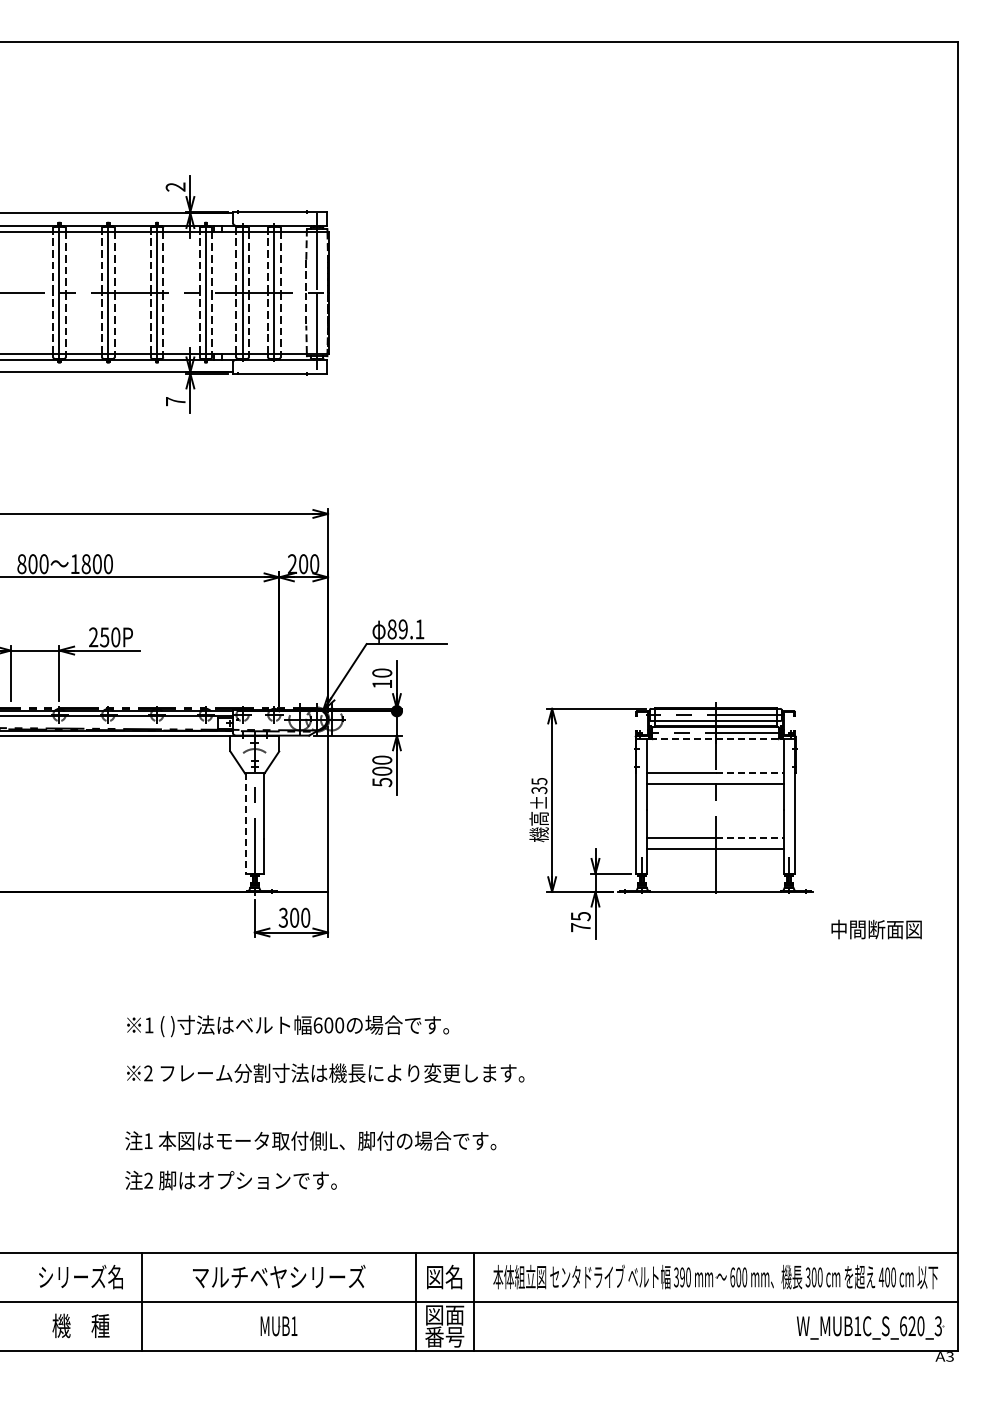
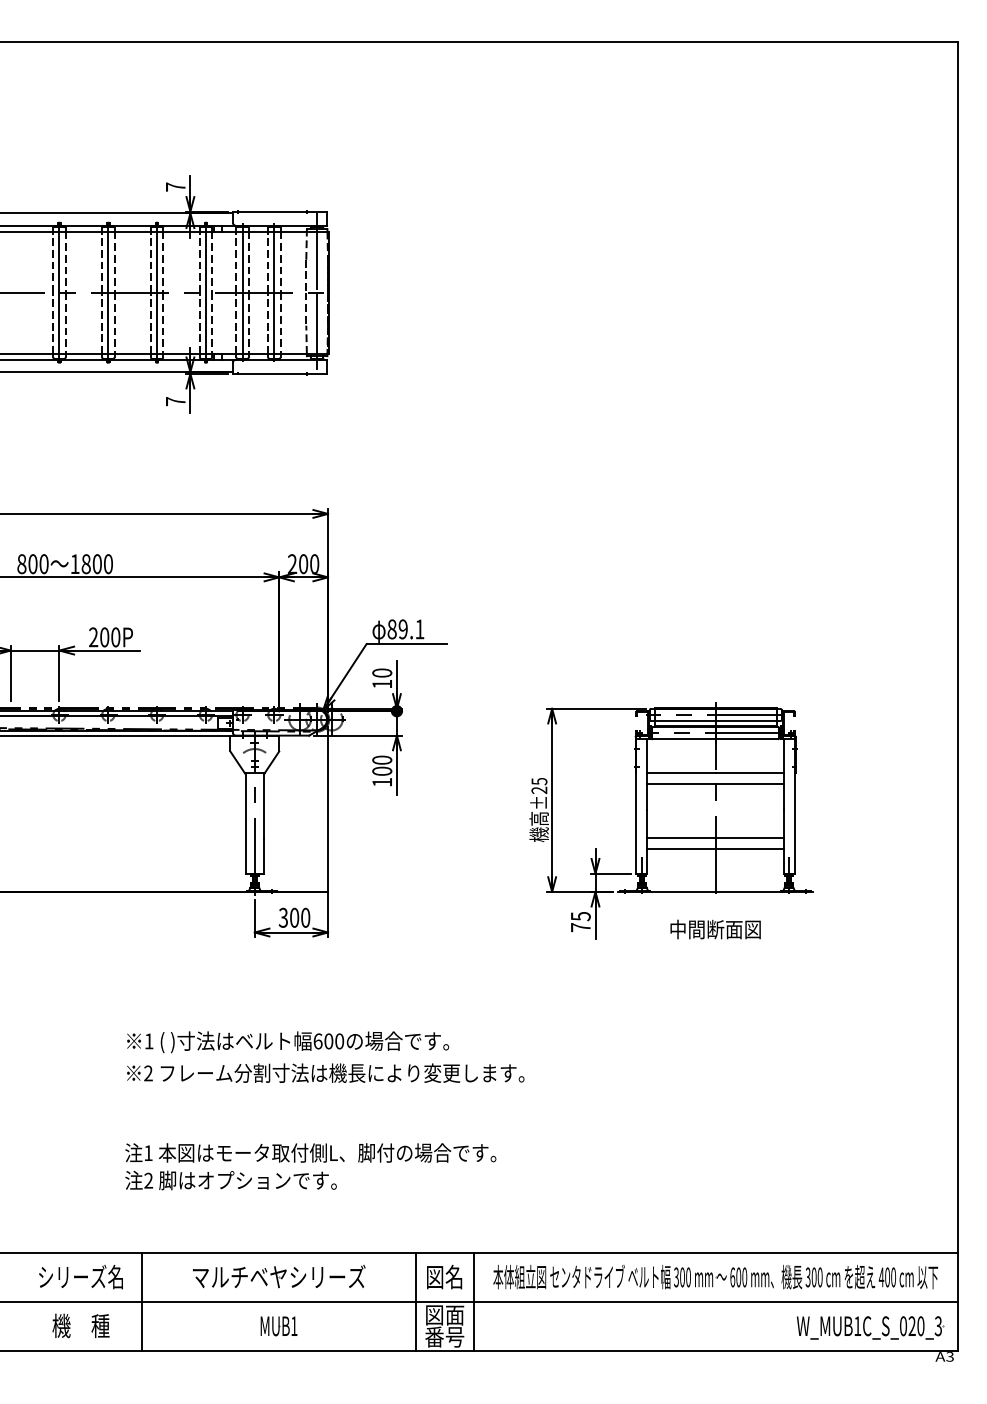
text at (175, 186): 2 -> 7
text at (104, 637): 250P -> 200P
line at (715, 739): dashed -> solid
line at (750, 773): dashed -> solid
text at (382, 782): 500 -> 100
text at (539, 790): ±35 -> ±25
line at (245, 824): dashed -> solid
line at (750, 838): dashed -> solid
text at (876, 929) position: (876, 929) -> (715, 929)
text at (288, 1026) position: (288, 1026) -> (288, 1042)
text at (310, 1140) position: (310, 1140) -> (310, 1152)
text at (682, 1277): 390 -> 300
text at (903, 1326): W_MUB1C_S_620_3 -> W_MUB1C_S_020_3
